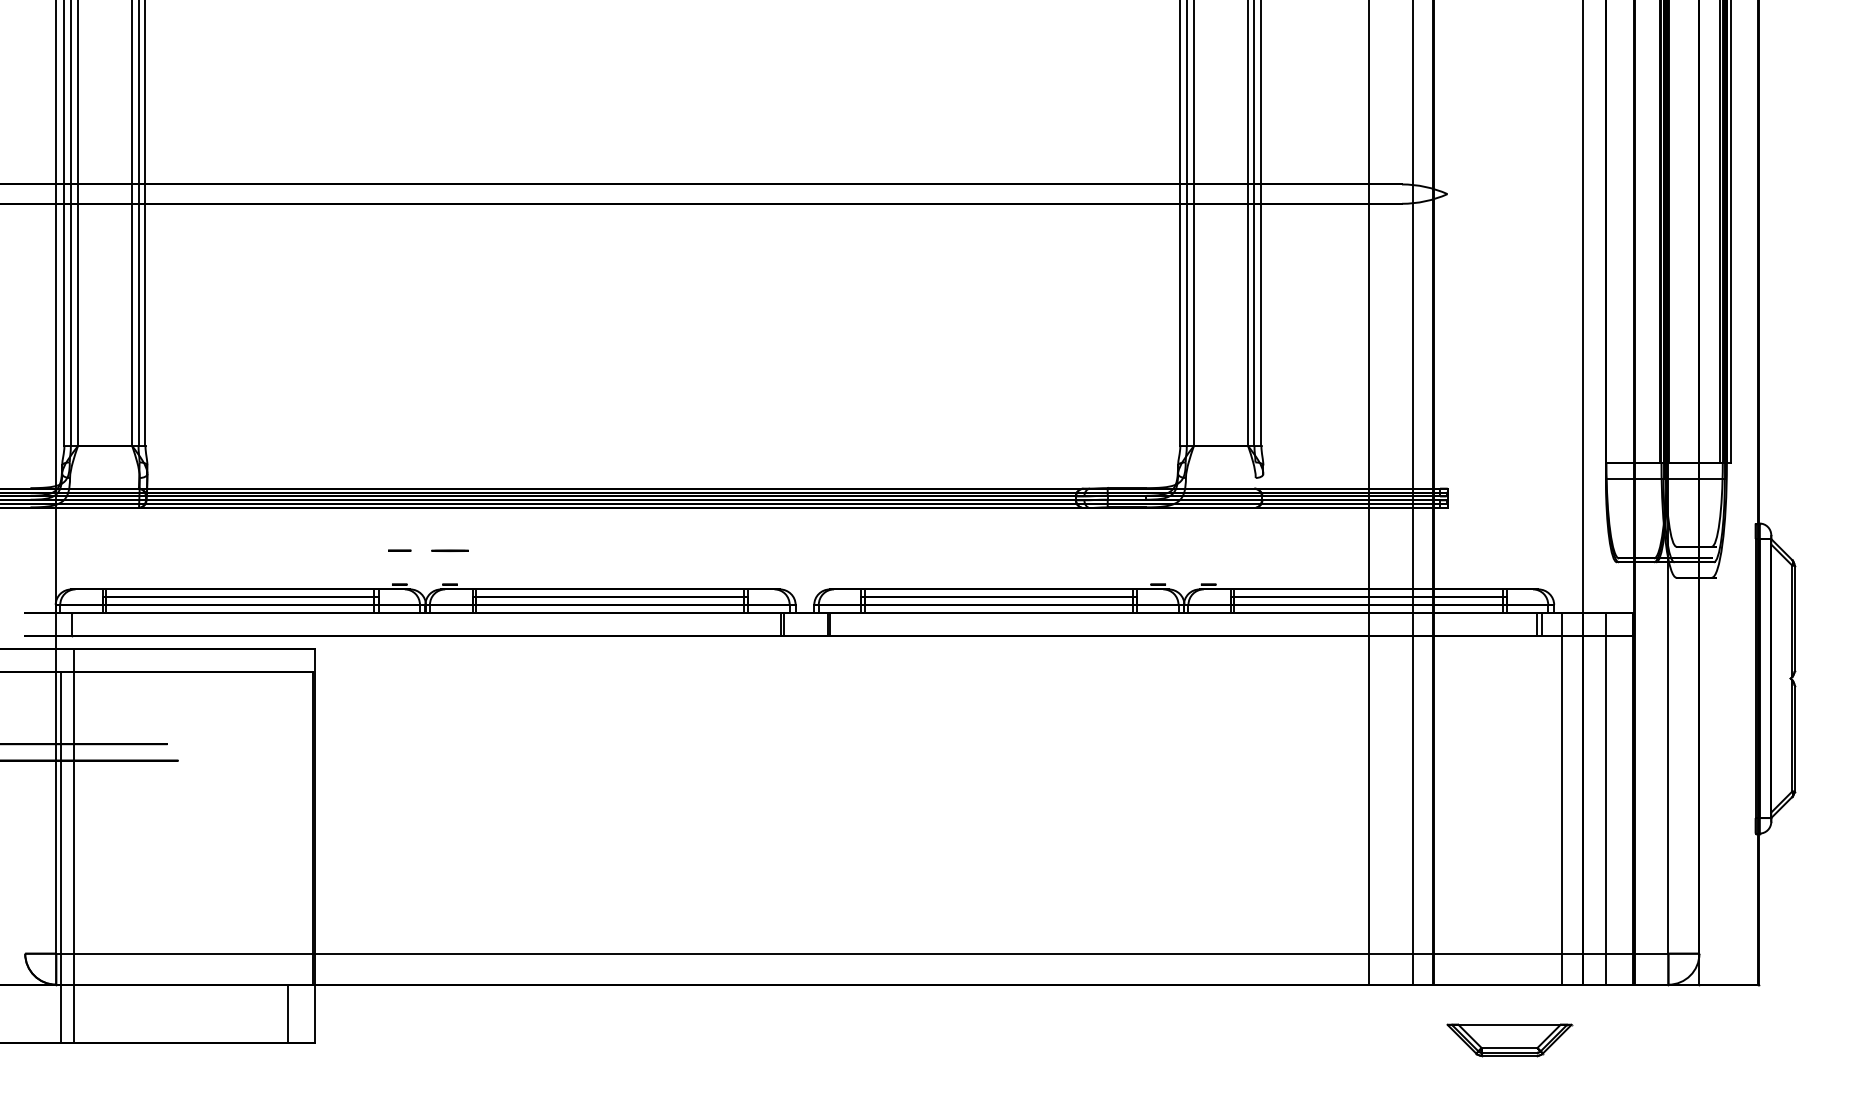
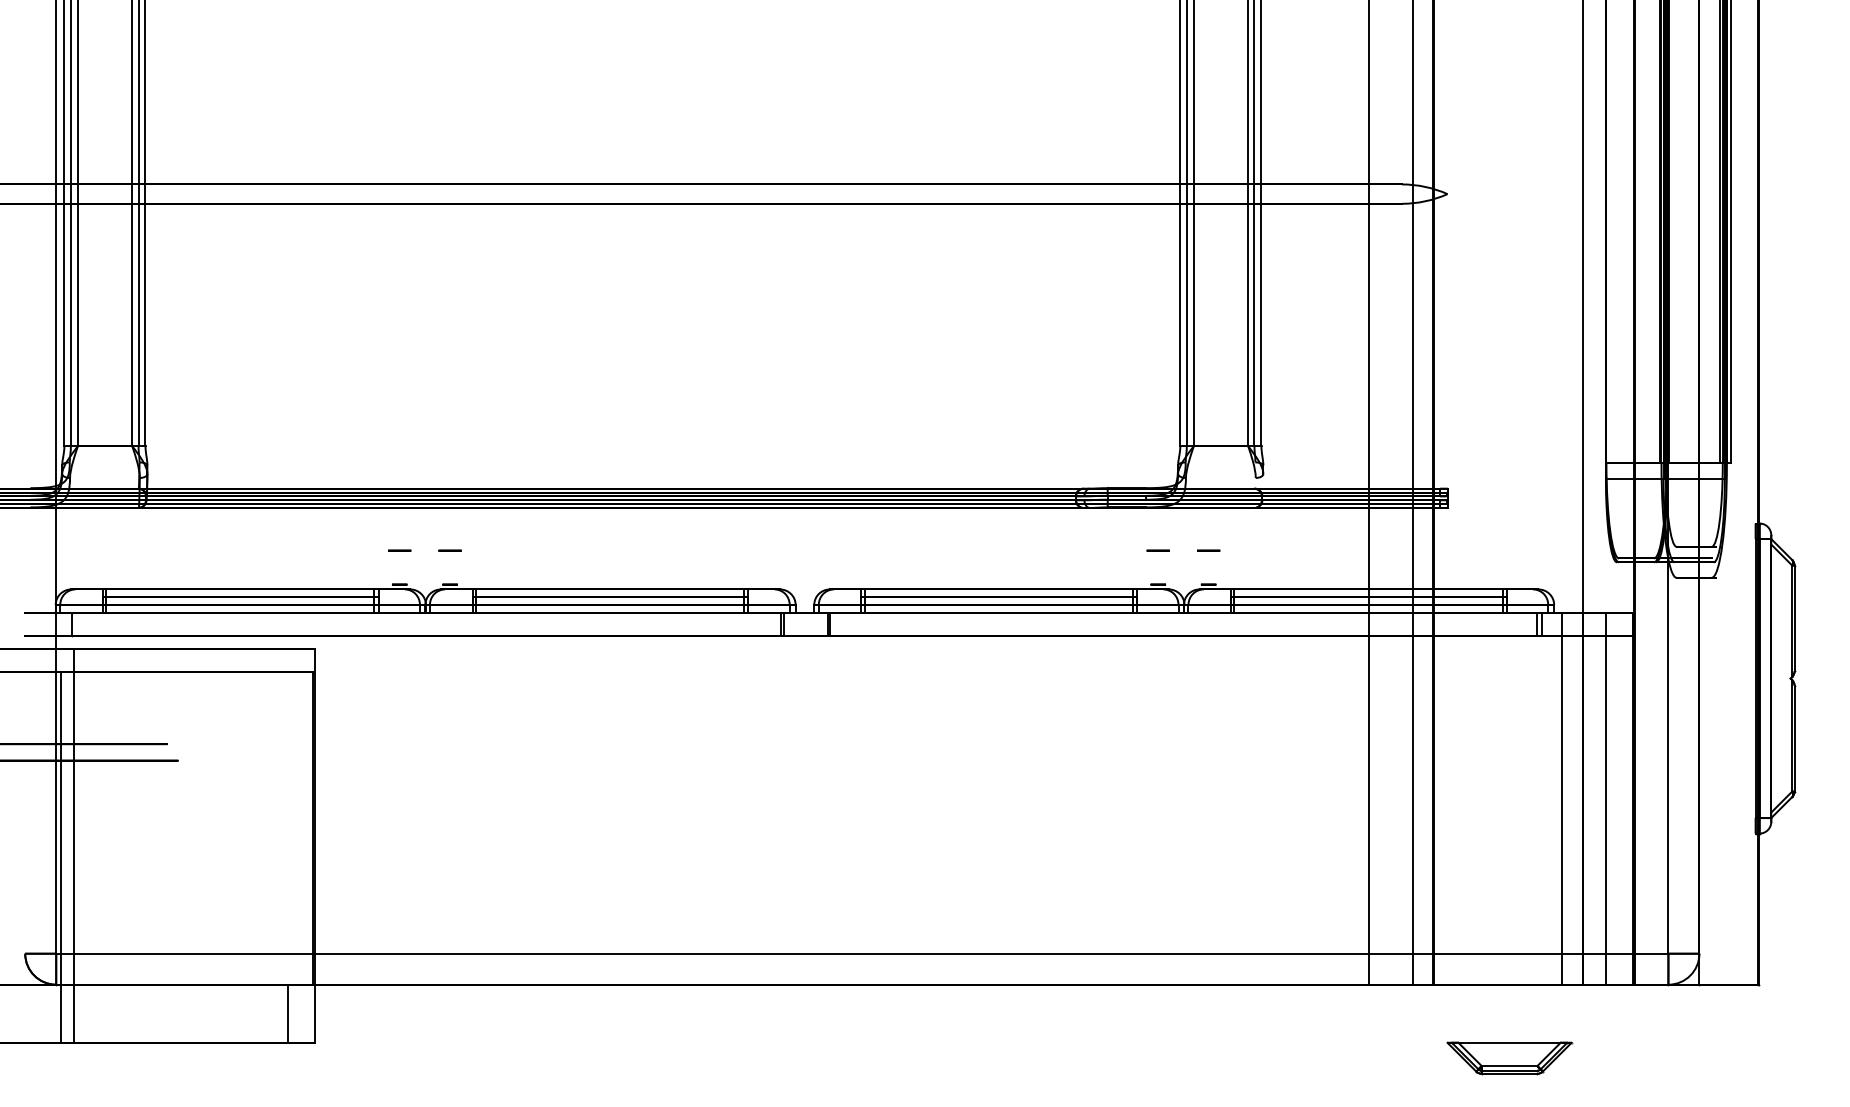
circle at (449, 550) size: 38x3 px -> 24x3 px
circle at (1157, 550): none -> present
circle at (1208, 550): none -> present
part at (1509, 1040) position: (1509, 1040) -> (1509, 1058)
